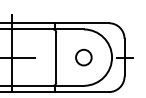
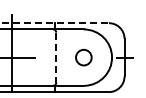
line at (54, 23): solid -> dashed
line at (56, 58): solid -> dashed
